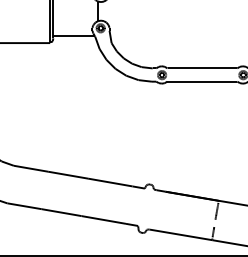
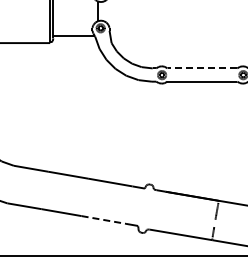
line at (202, 68): solid -> dashed
line at (103, 219): solid -> dashed
